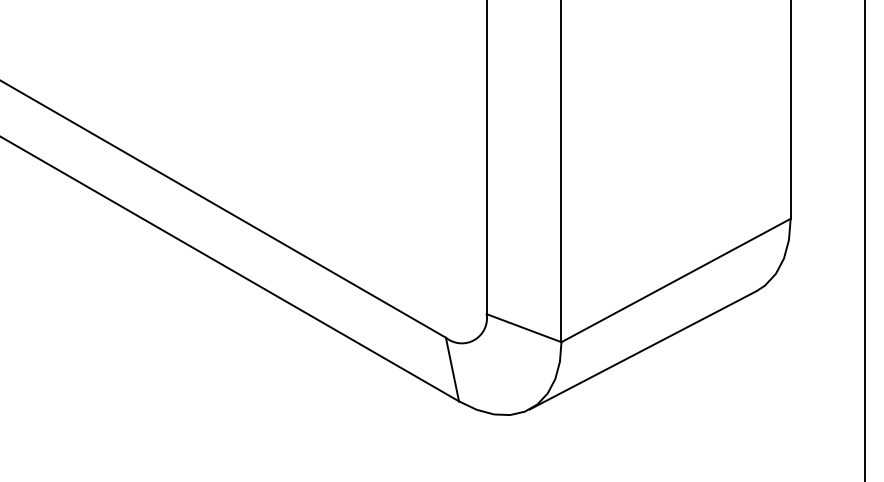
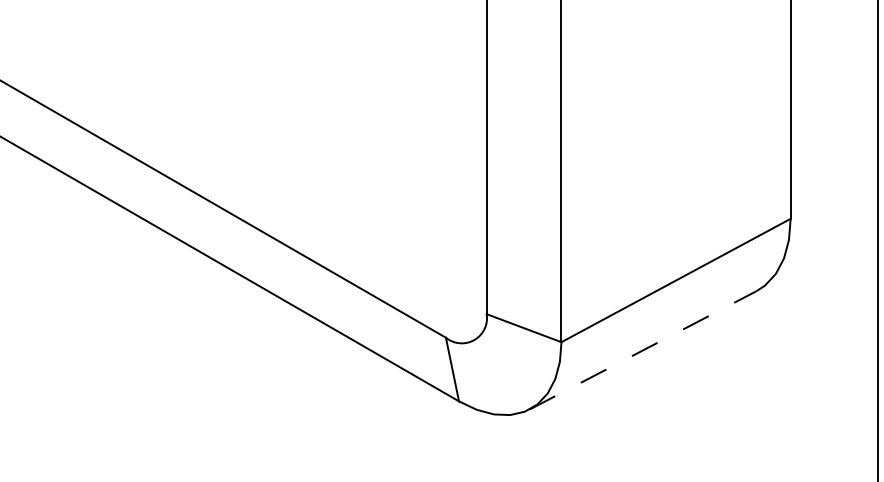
line at (864, 240) position: (864, 240) -> (877, 240)
line at (643, 350): solid -> dashed
